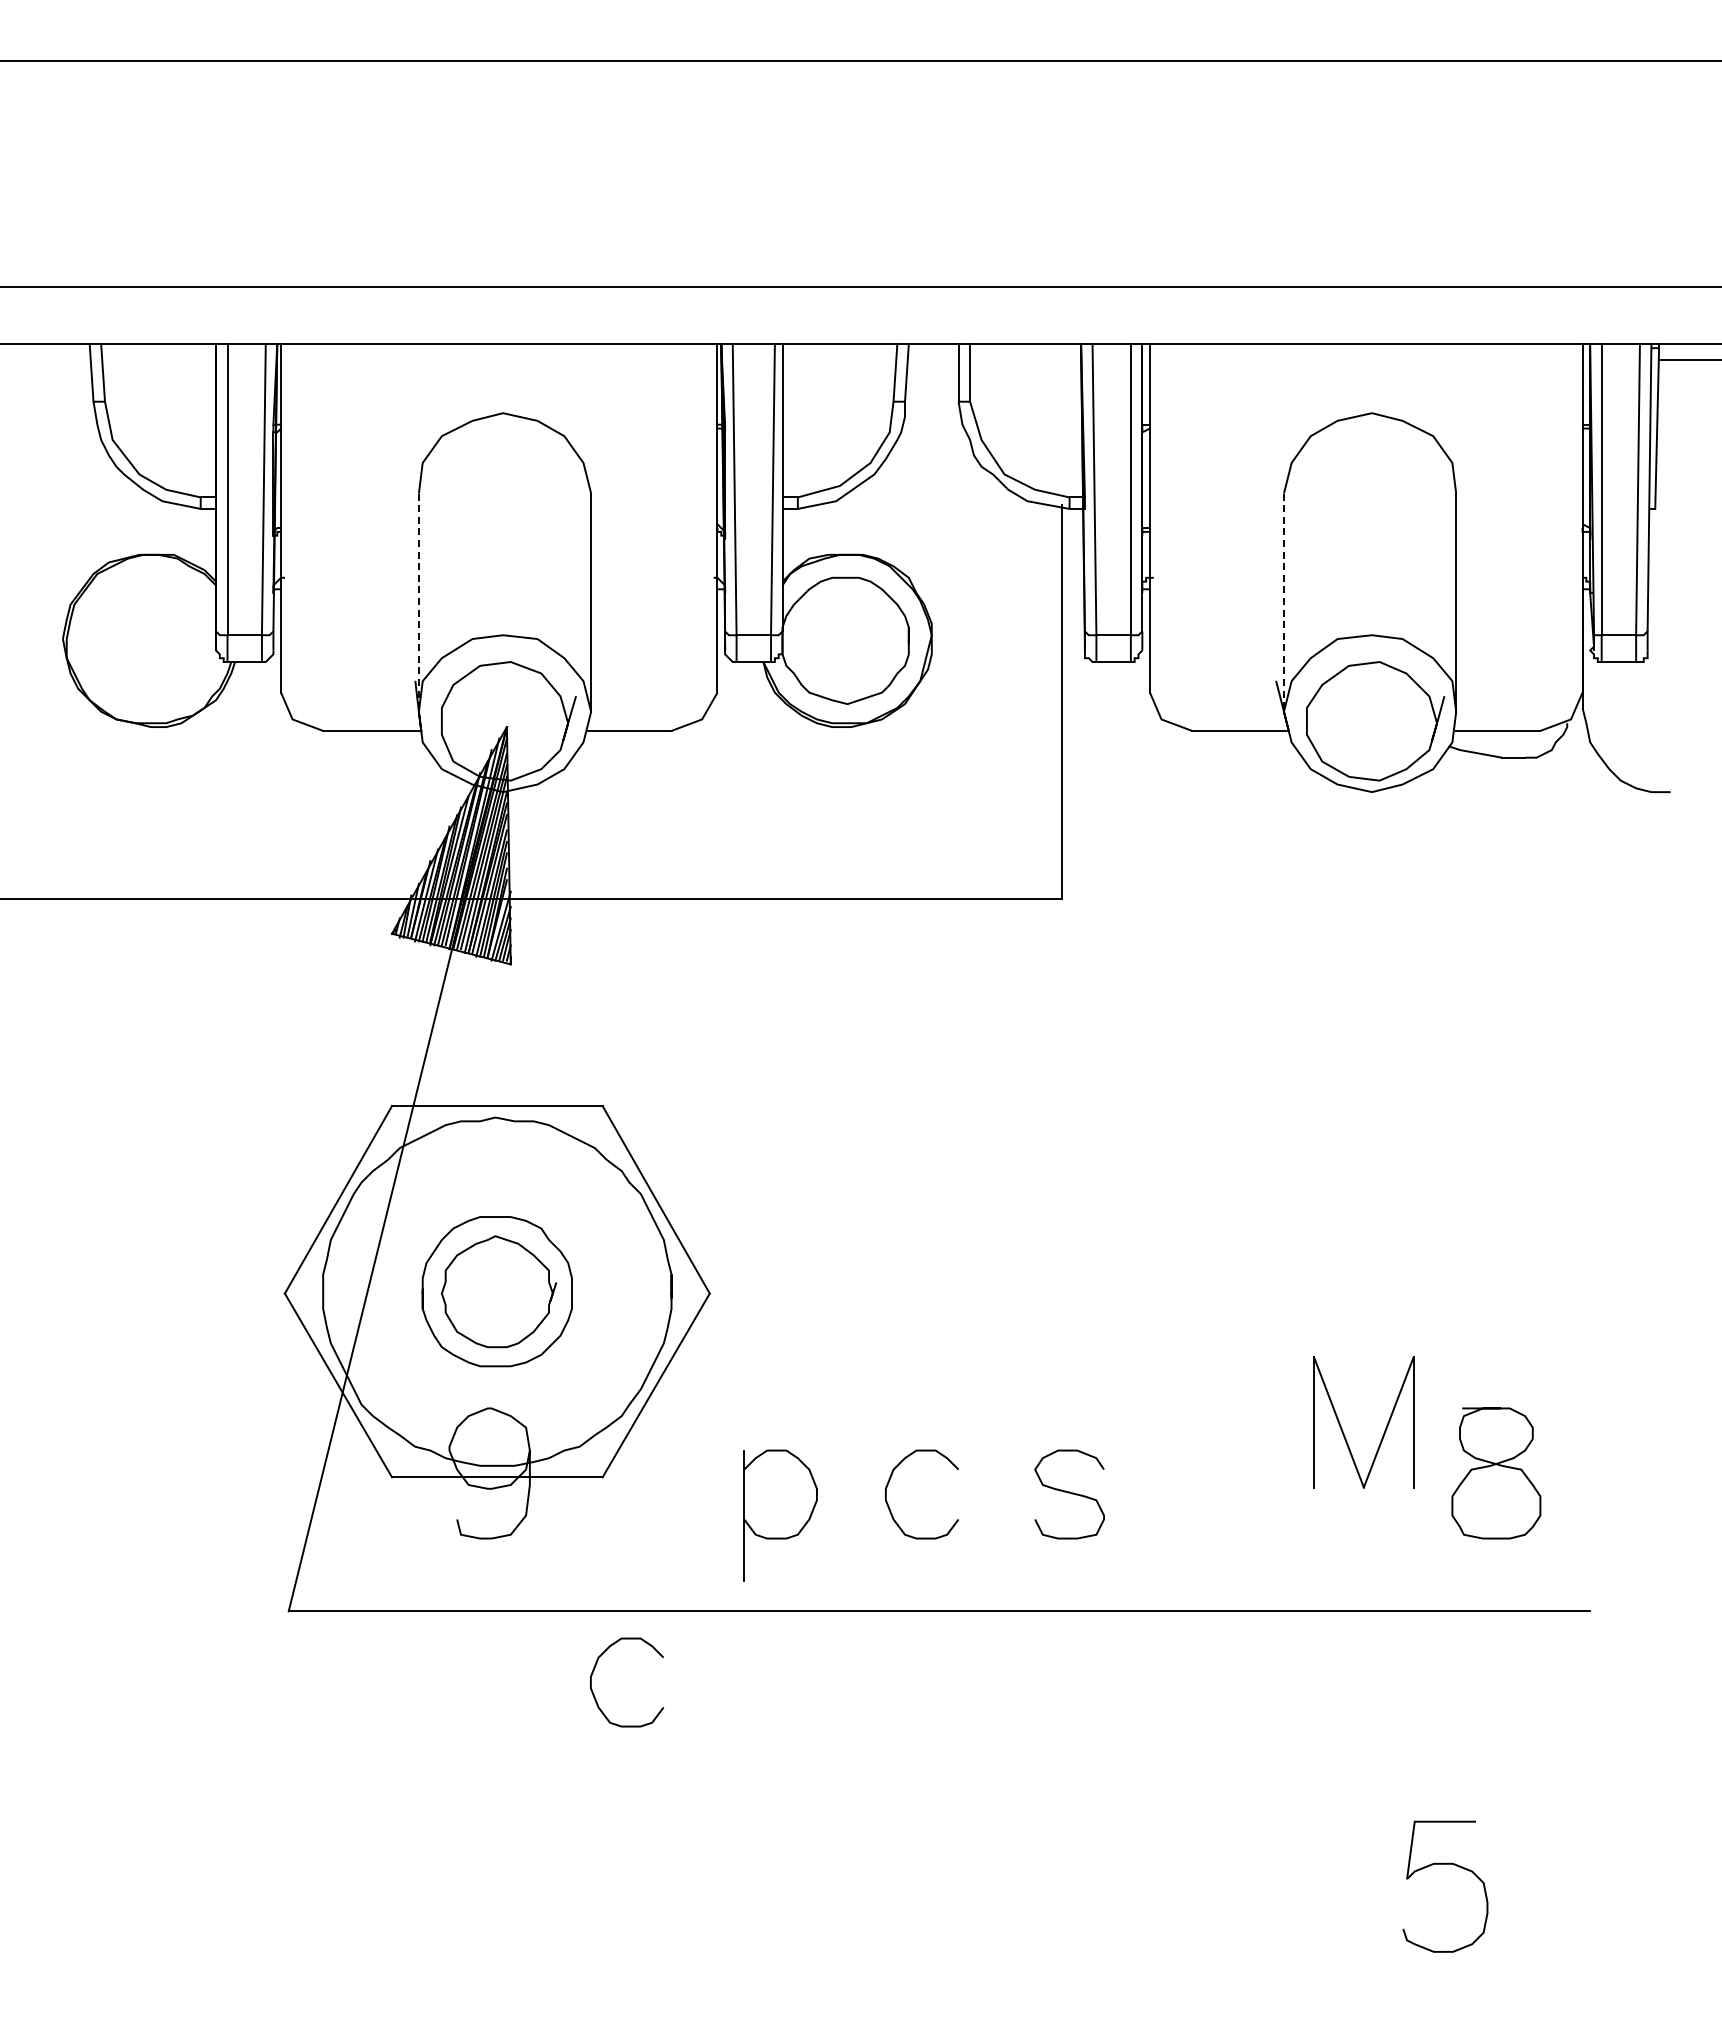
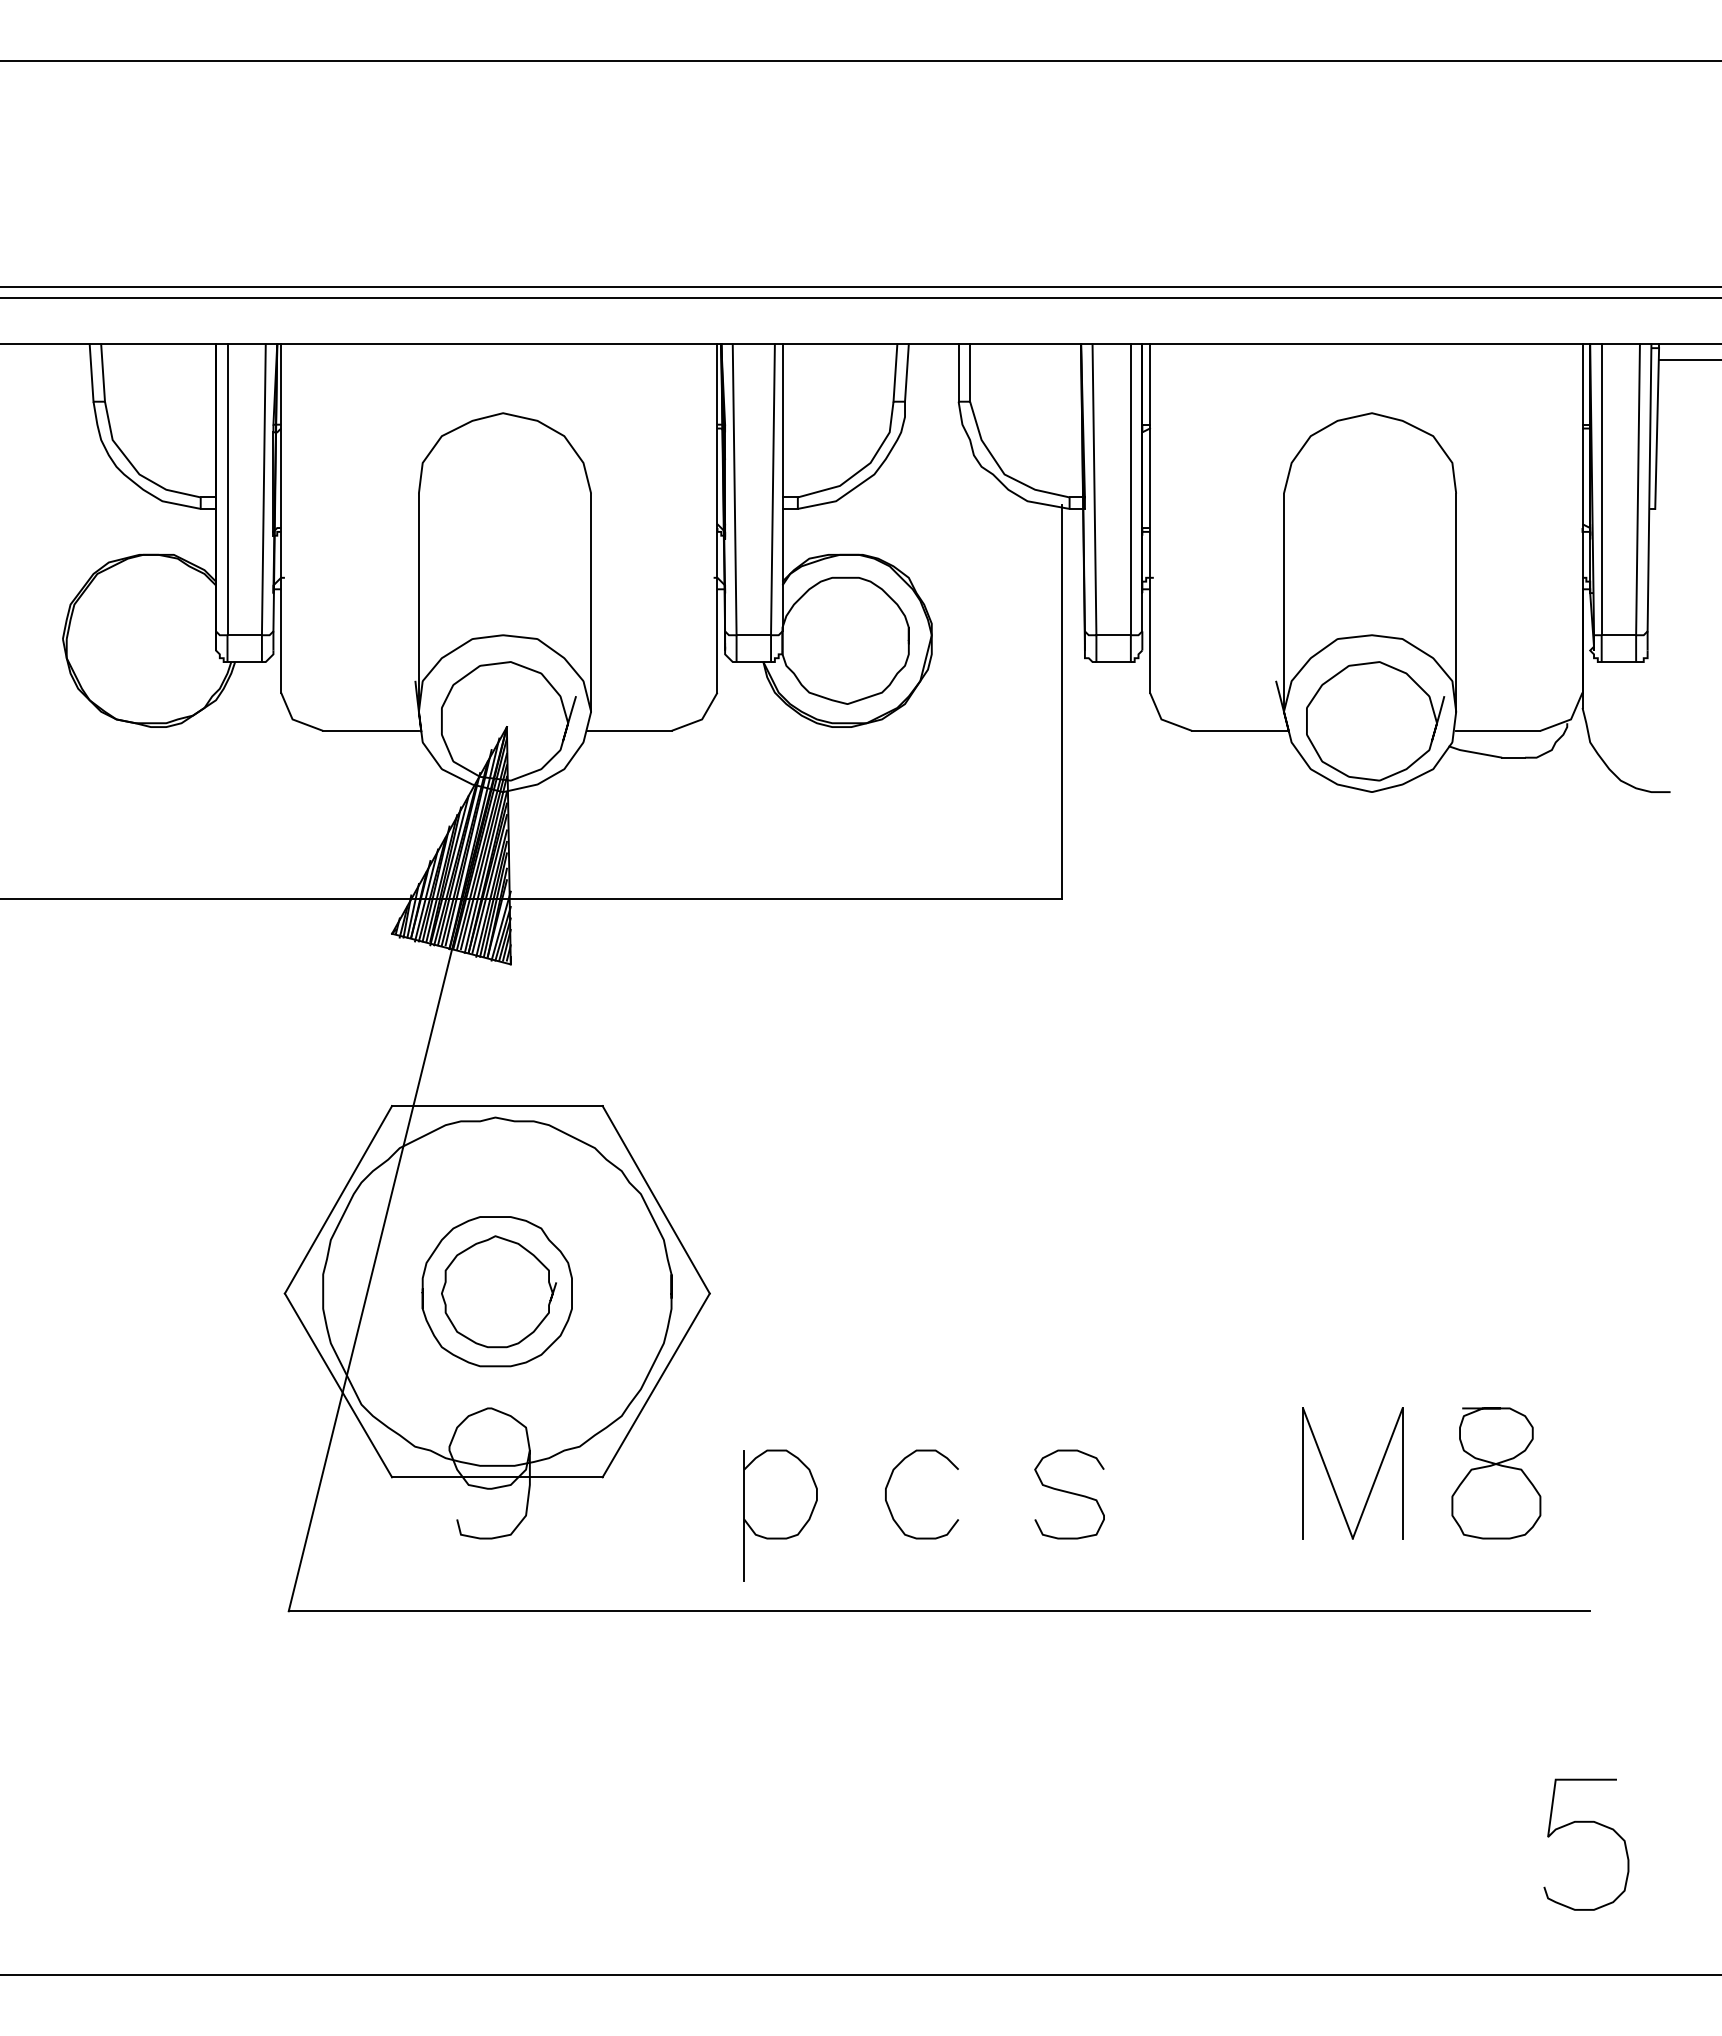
line at (860, 298): none -> present
line at (418, 603): dashed -> solid
line at (1283, 603): dashed -> solid
part at (1342, 1428) position: (1342, 1428) -> (1331, 1479)
curve at (595, 1668): present -> none
curve at (1445, 1864) position: (1445, 1864) -> (1586, 1822)
line at (860, 1974): none -> present
